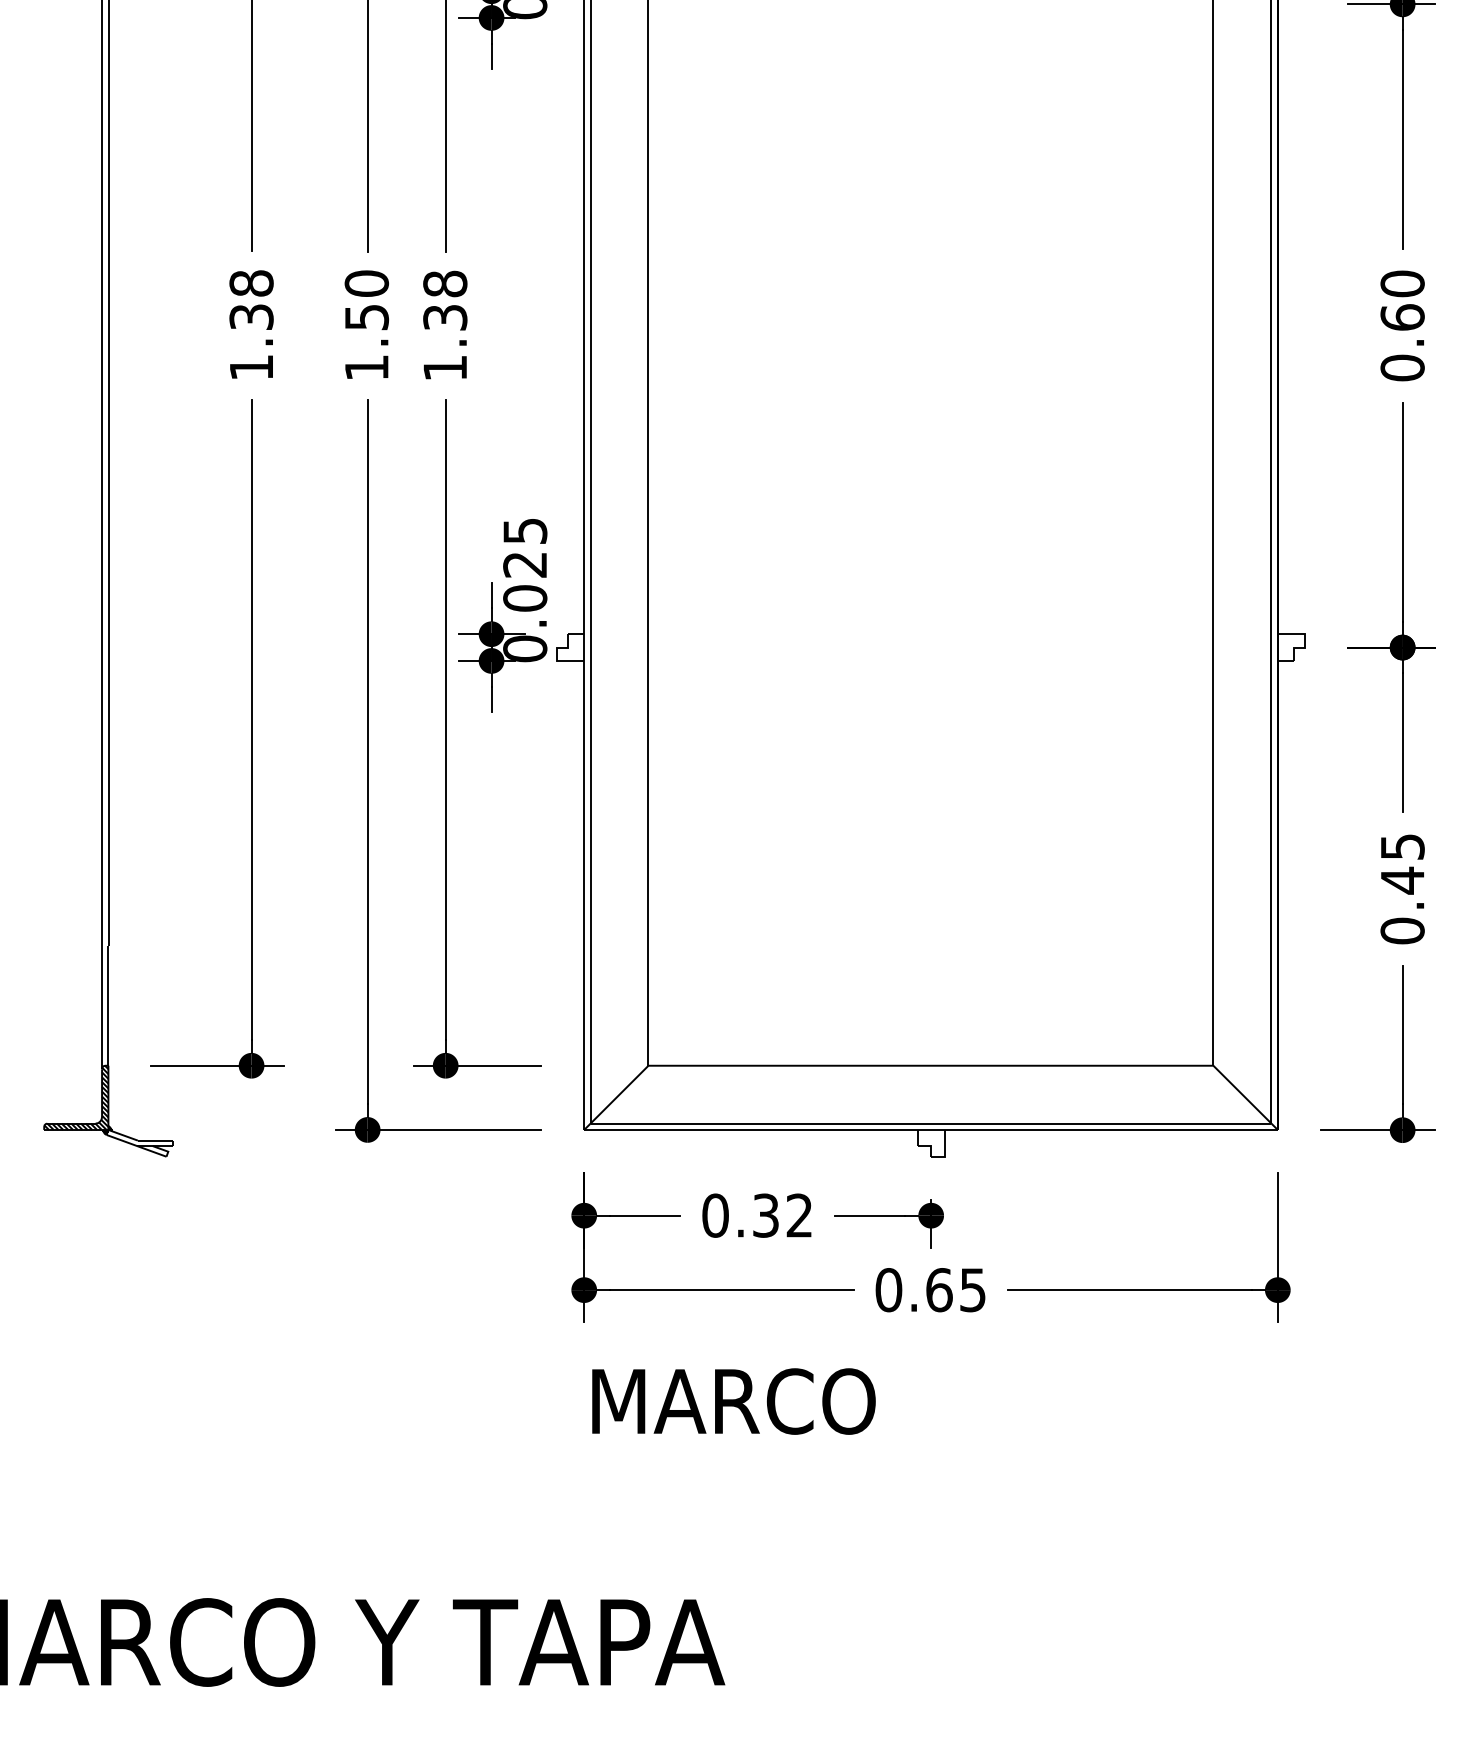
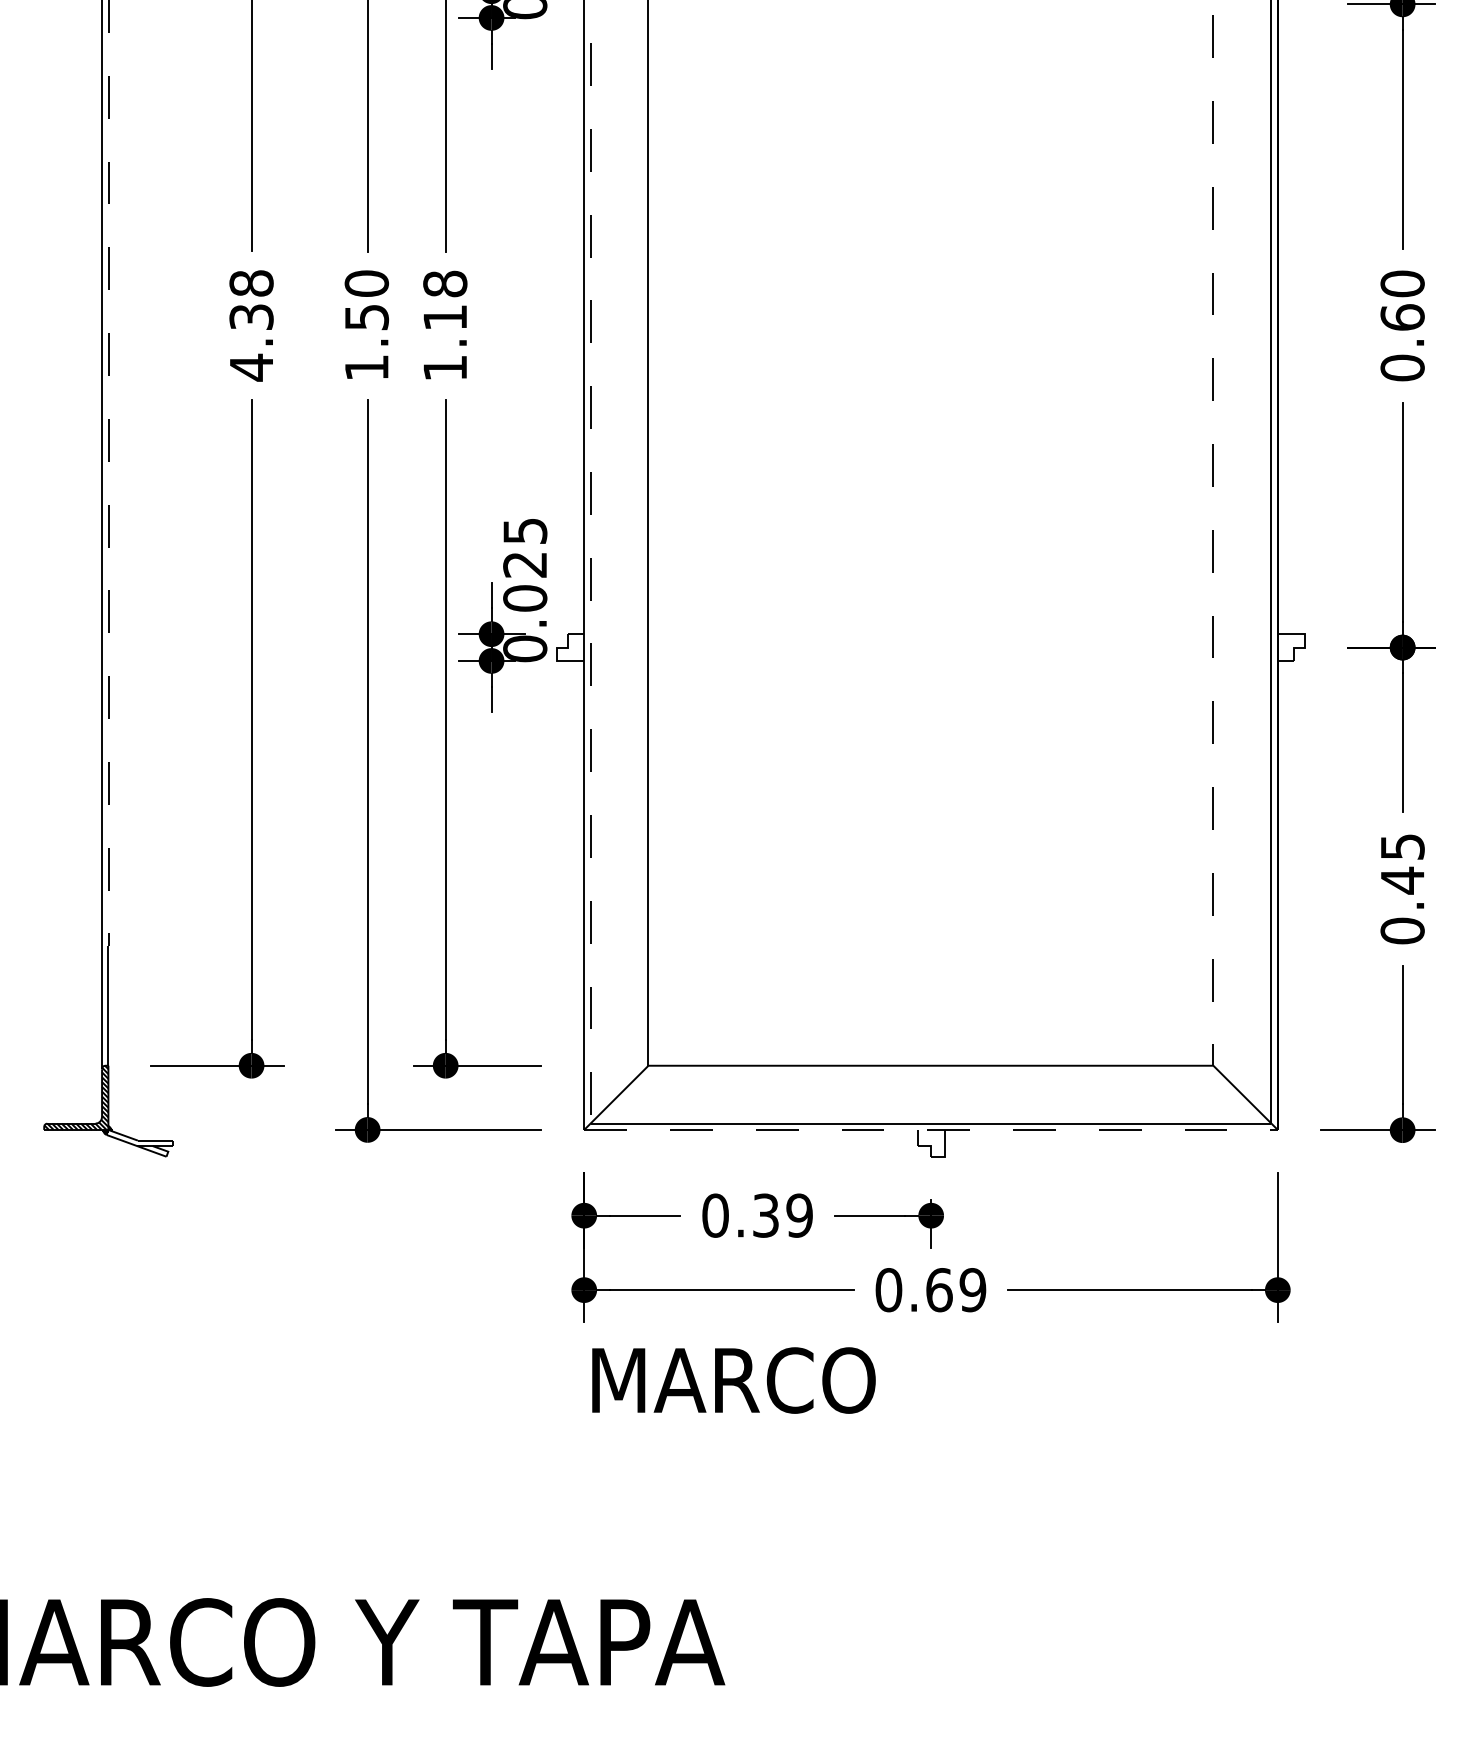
text at (445, 317): 1.38 -> 1.18
text at (251, 367): 1.38 -> 4.38
line at (108, 473): solid -> dashed
line at (1213, 533): solid -> dashed
line at (590, 561): solid -> dashed
line at (931, 1129): solid -> dashed
text at (799, 1215): 0.32 -> 0.39
text at (972, 1290): 0.65 -> 0.69
text at (733, 1401) position: (733, 1401) -> (733, 1380)
